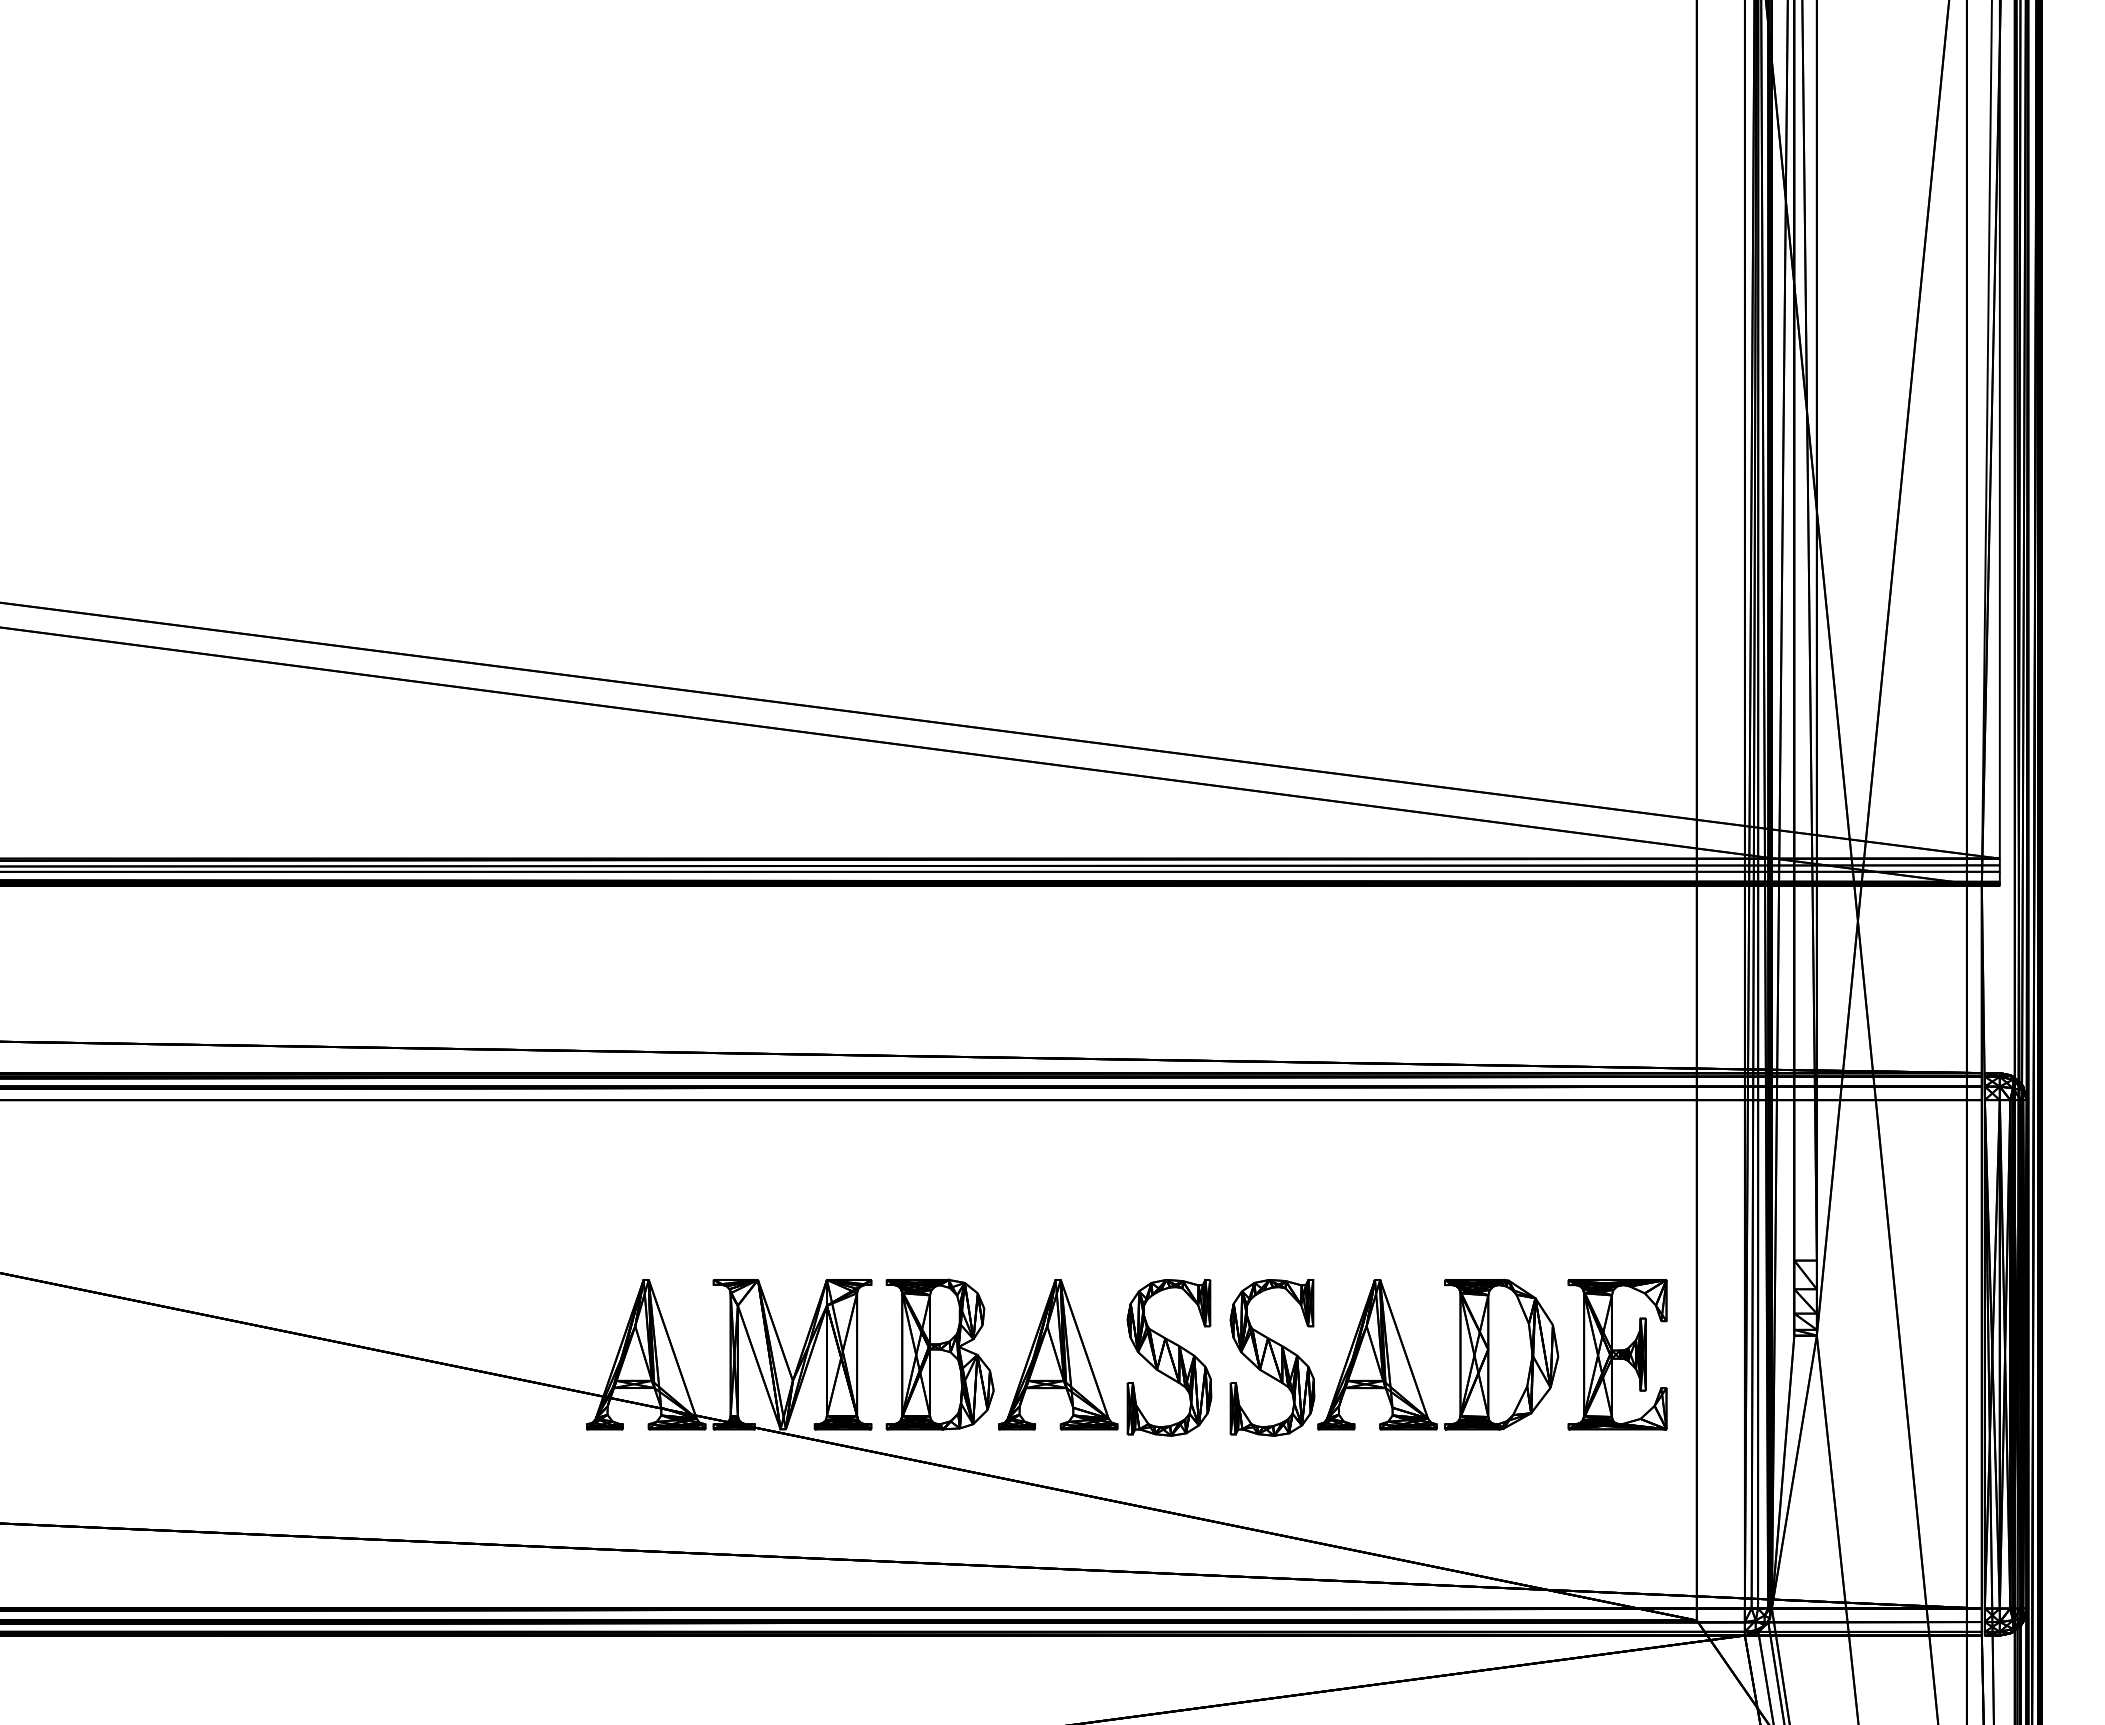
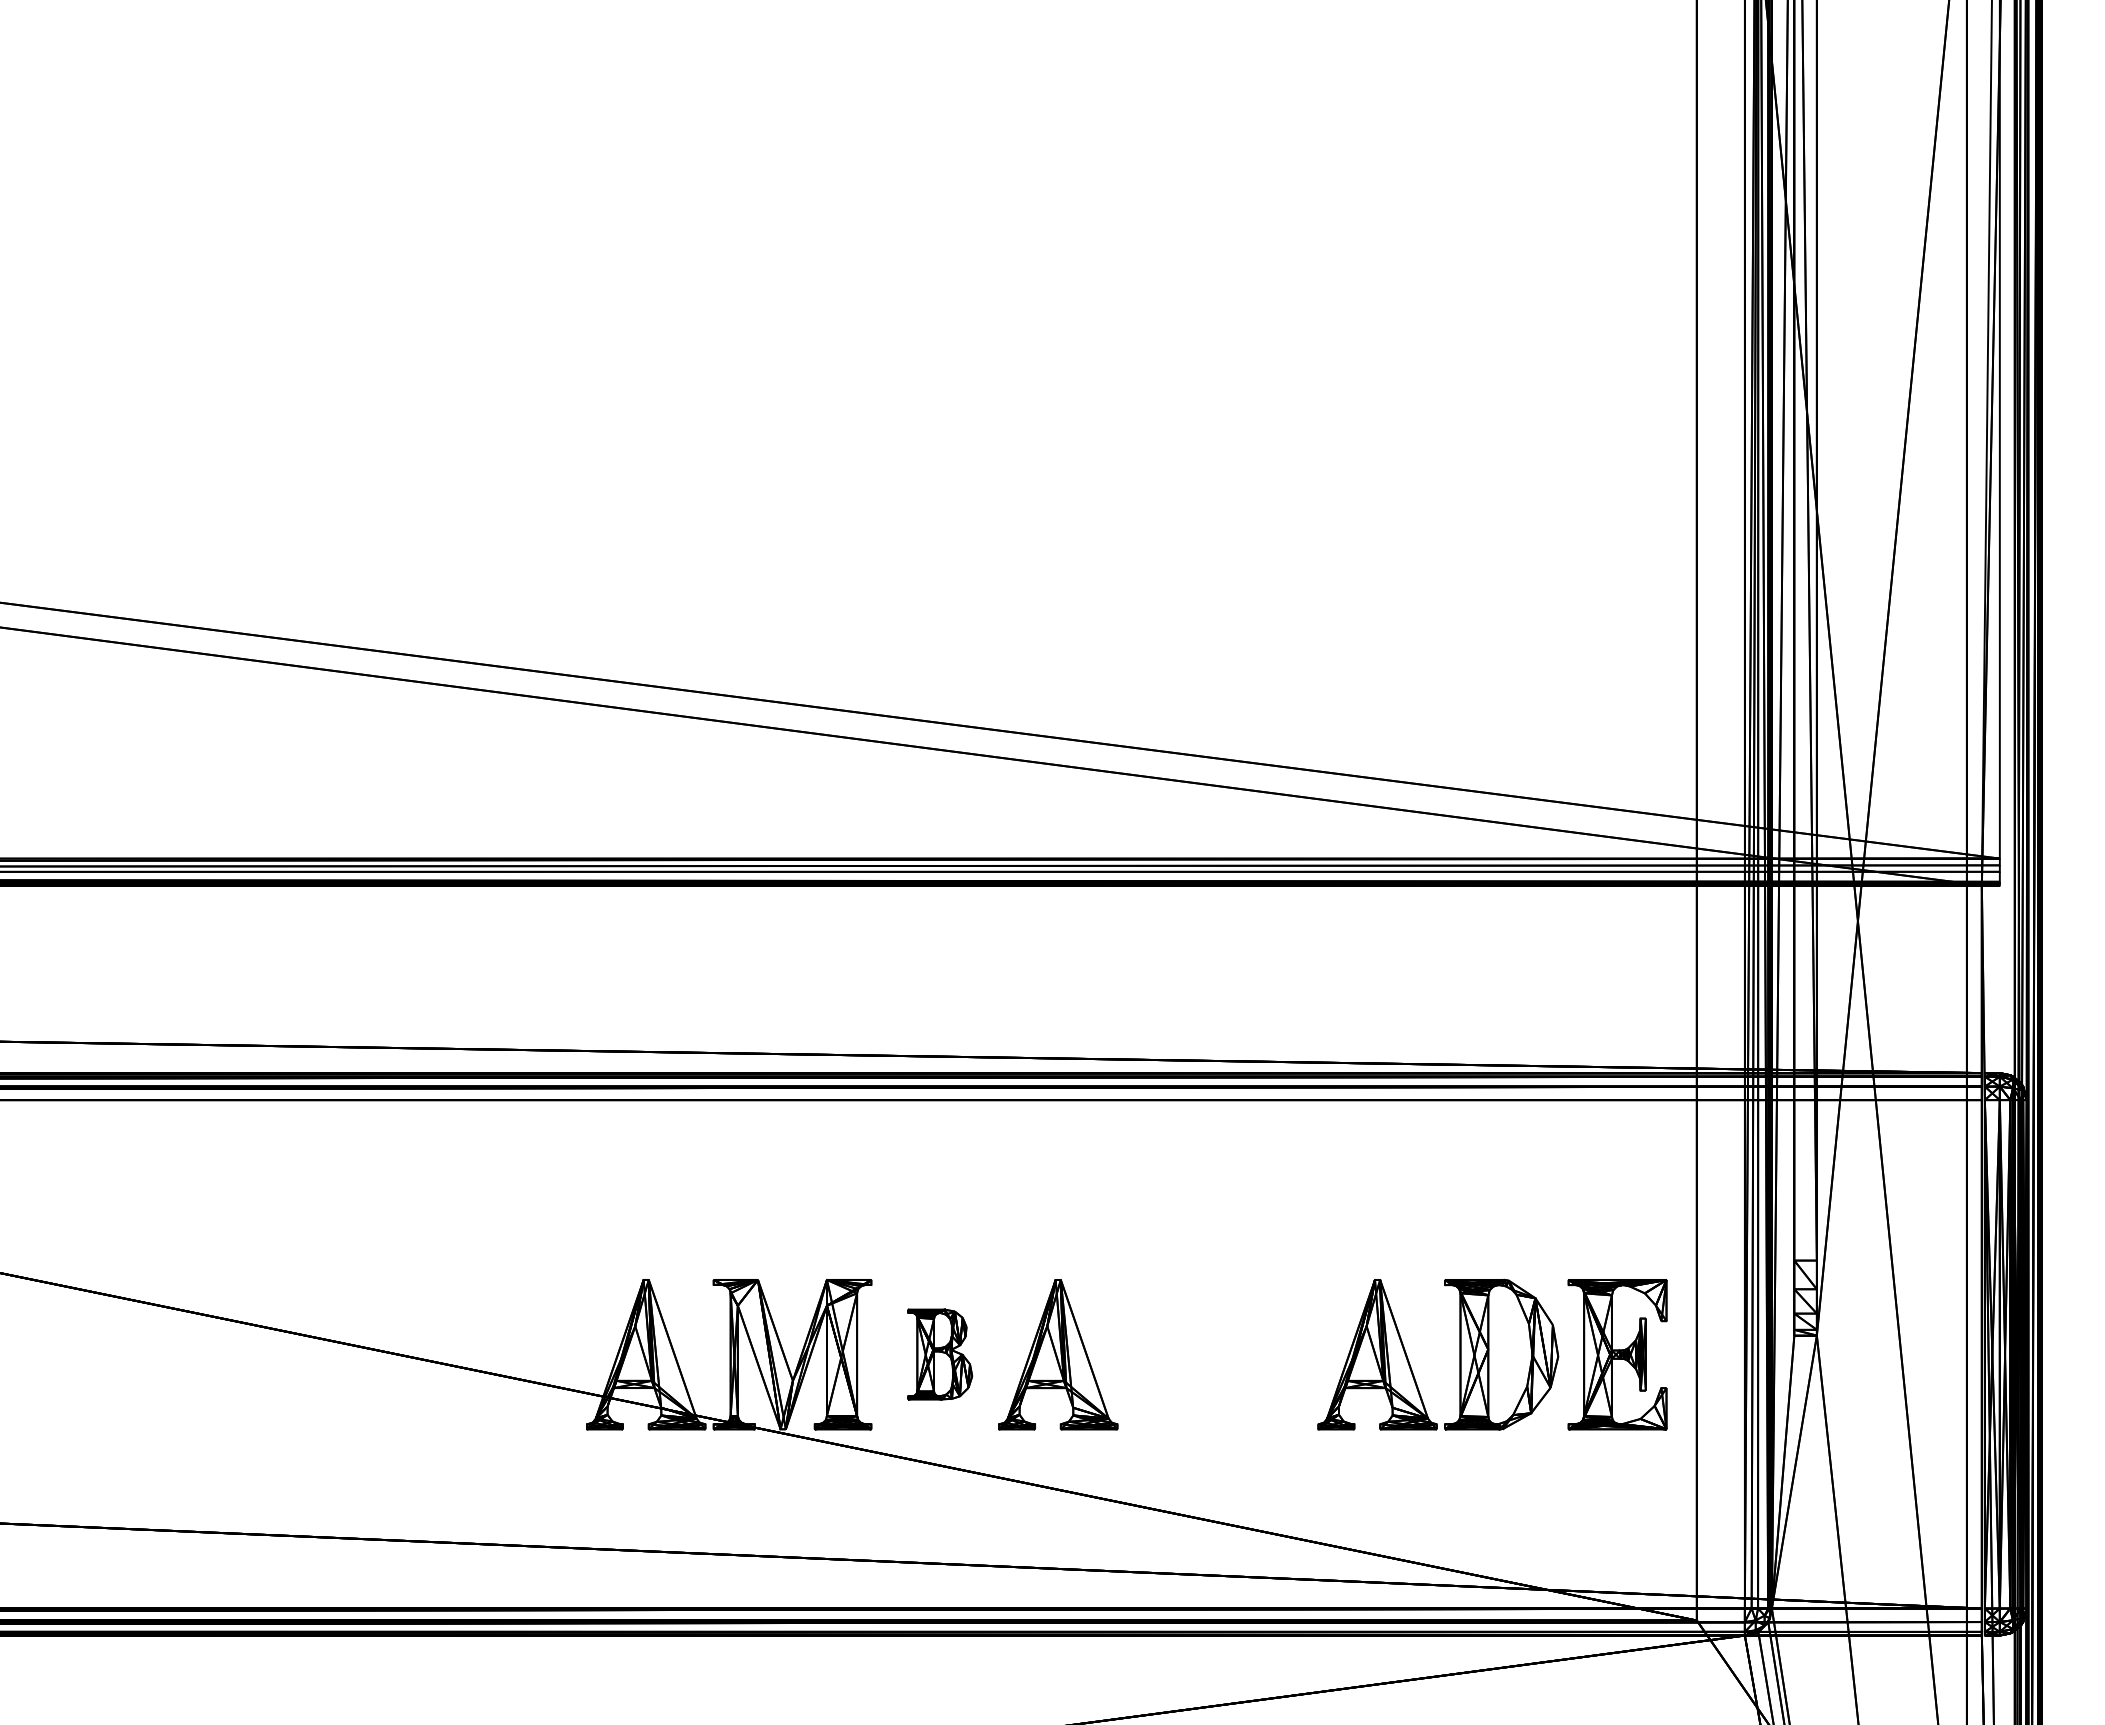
part at (939, 1354) size: 110x153 px -> 67x93 px
part at (1169, 1357): present -> none
part at (1272, 1357): present -> none
